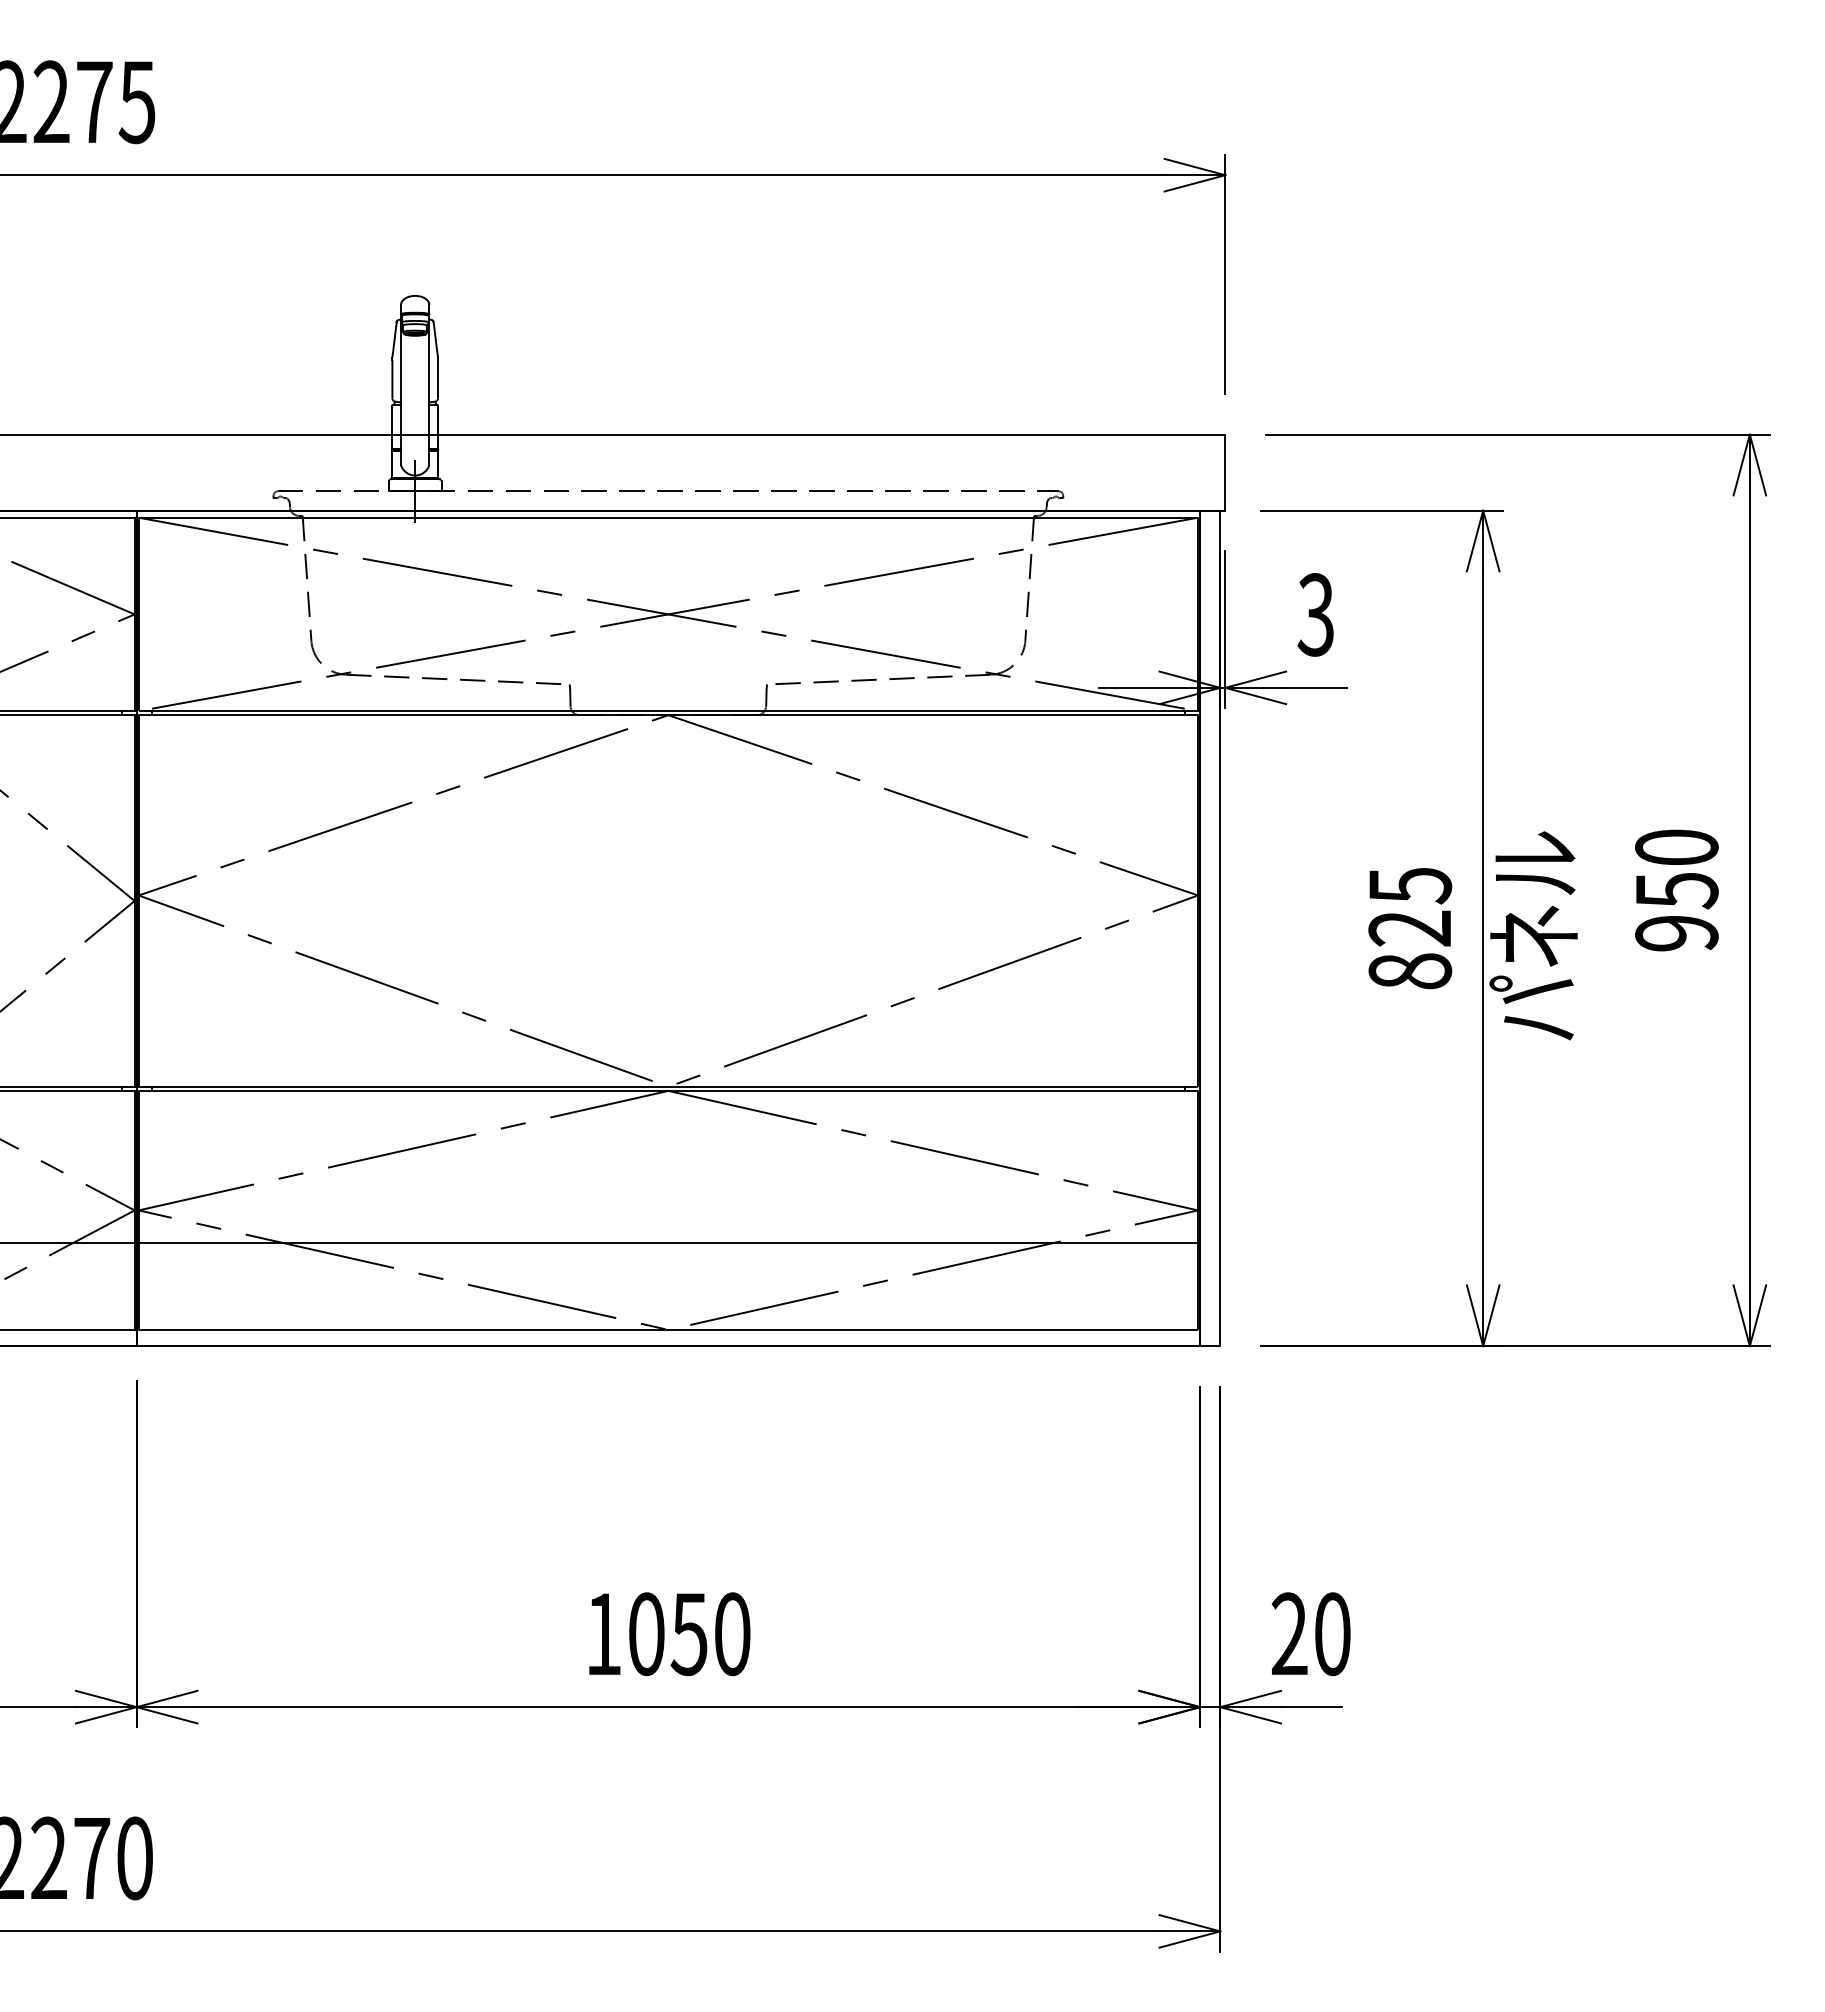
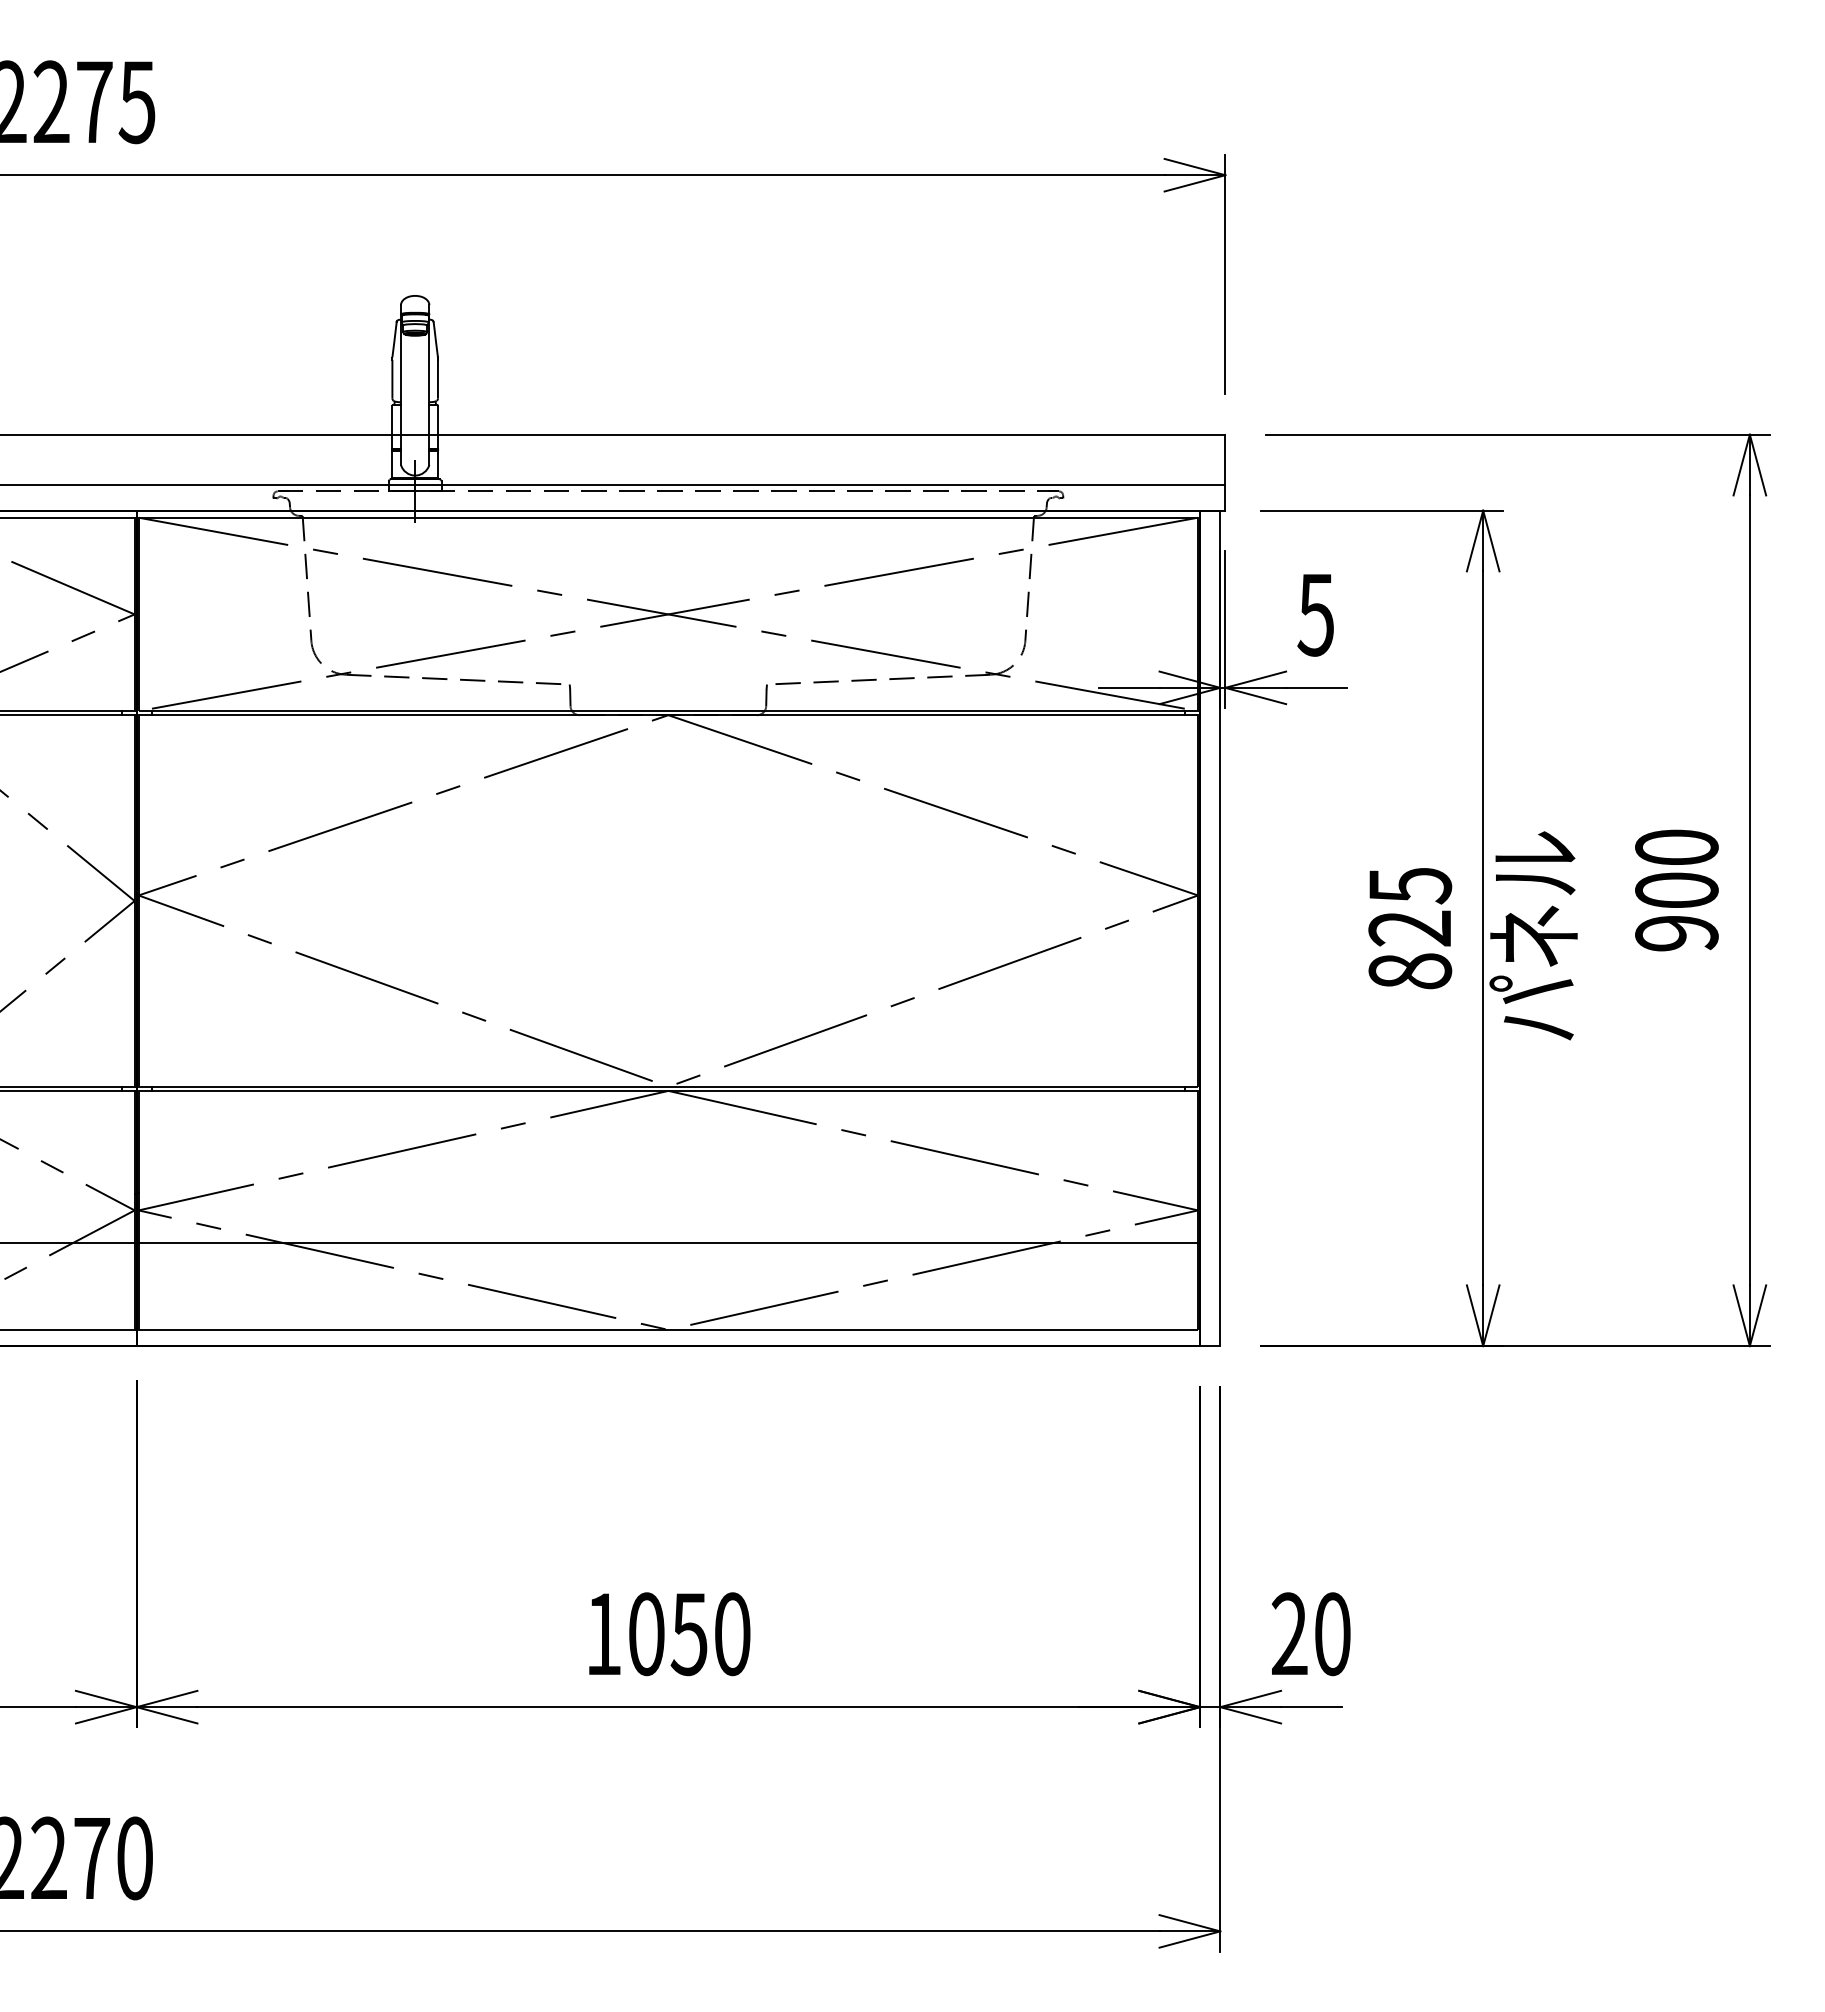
line at (613, 485): none -> present
text at (1315, 614): 3 -> 5
text at (1676, 890): 950 -> 900
